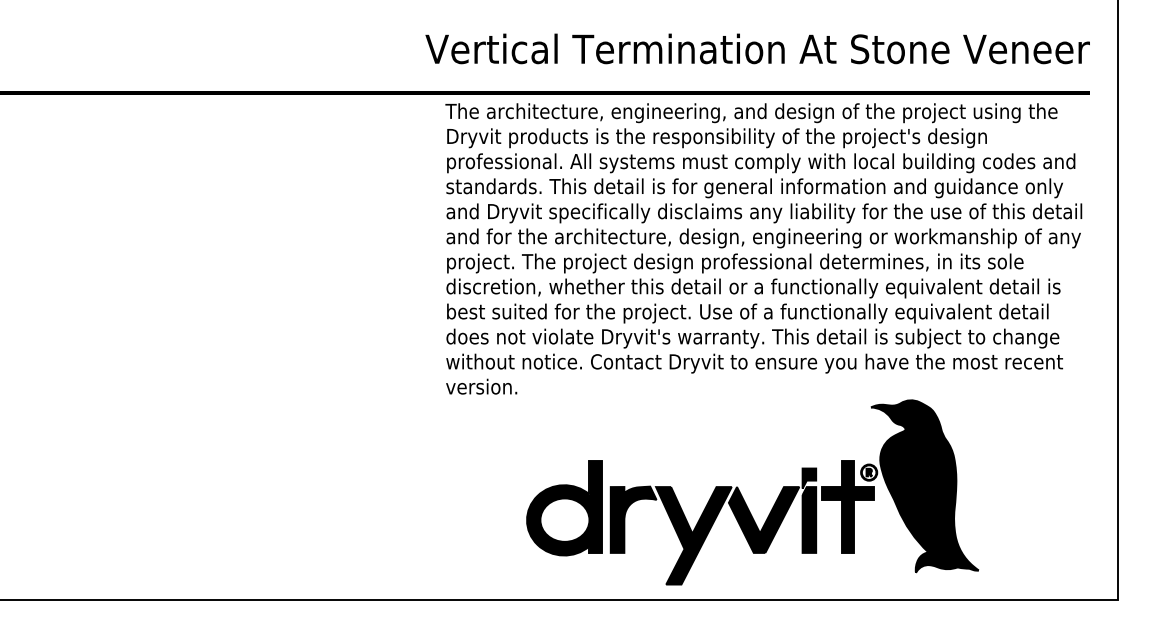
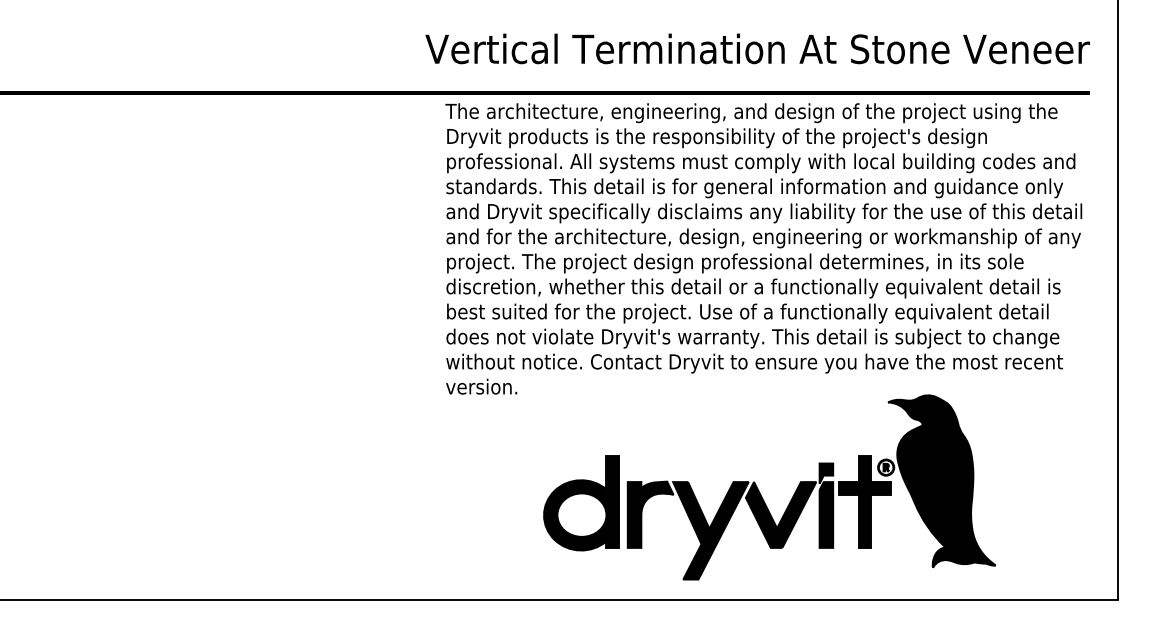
part at (743, 497) position: (743, 497) -> (760, 492)
